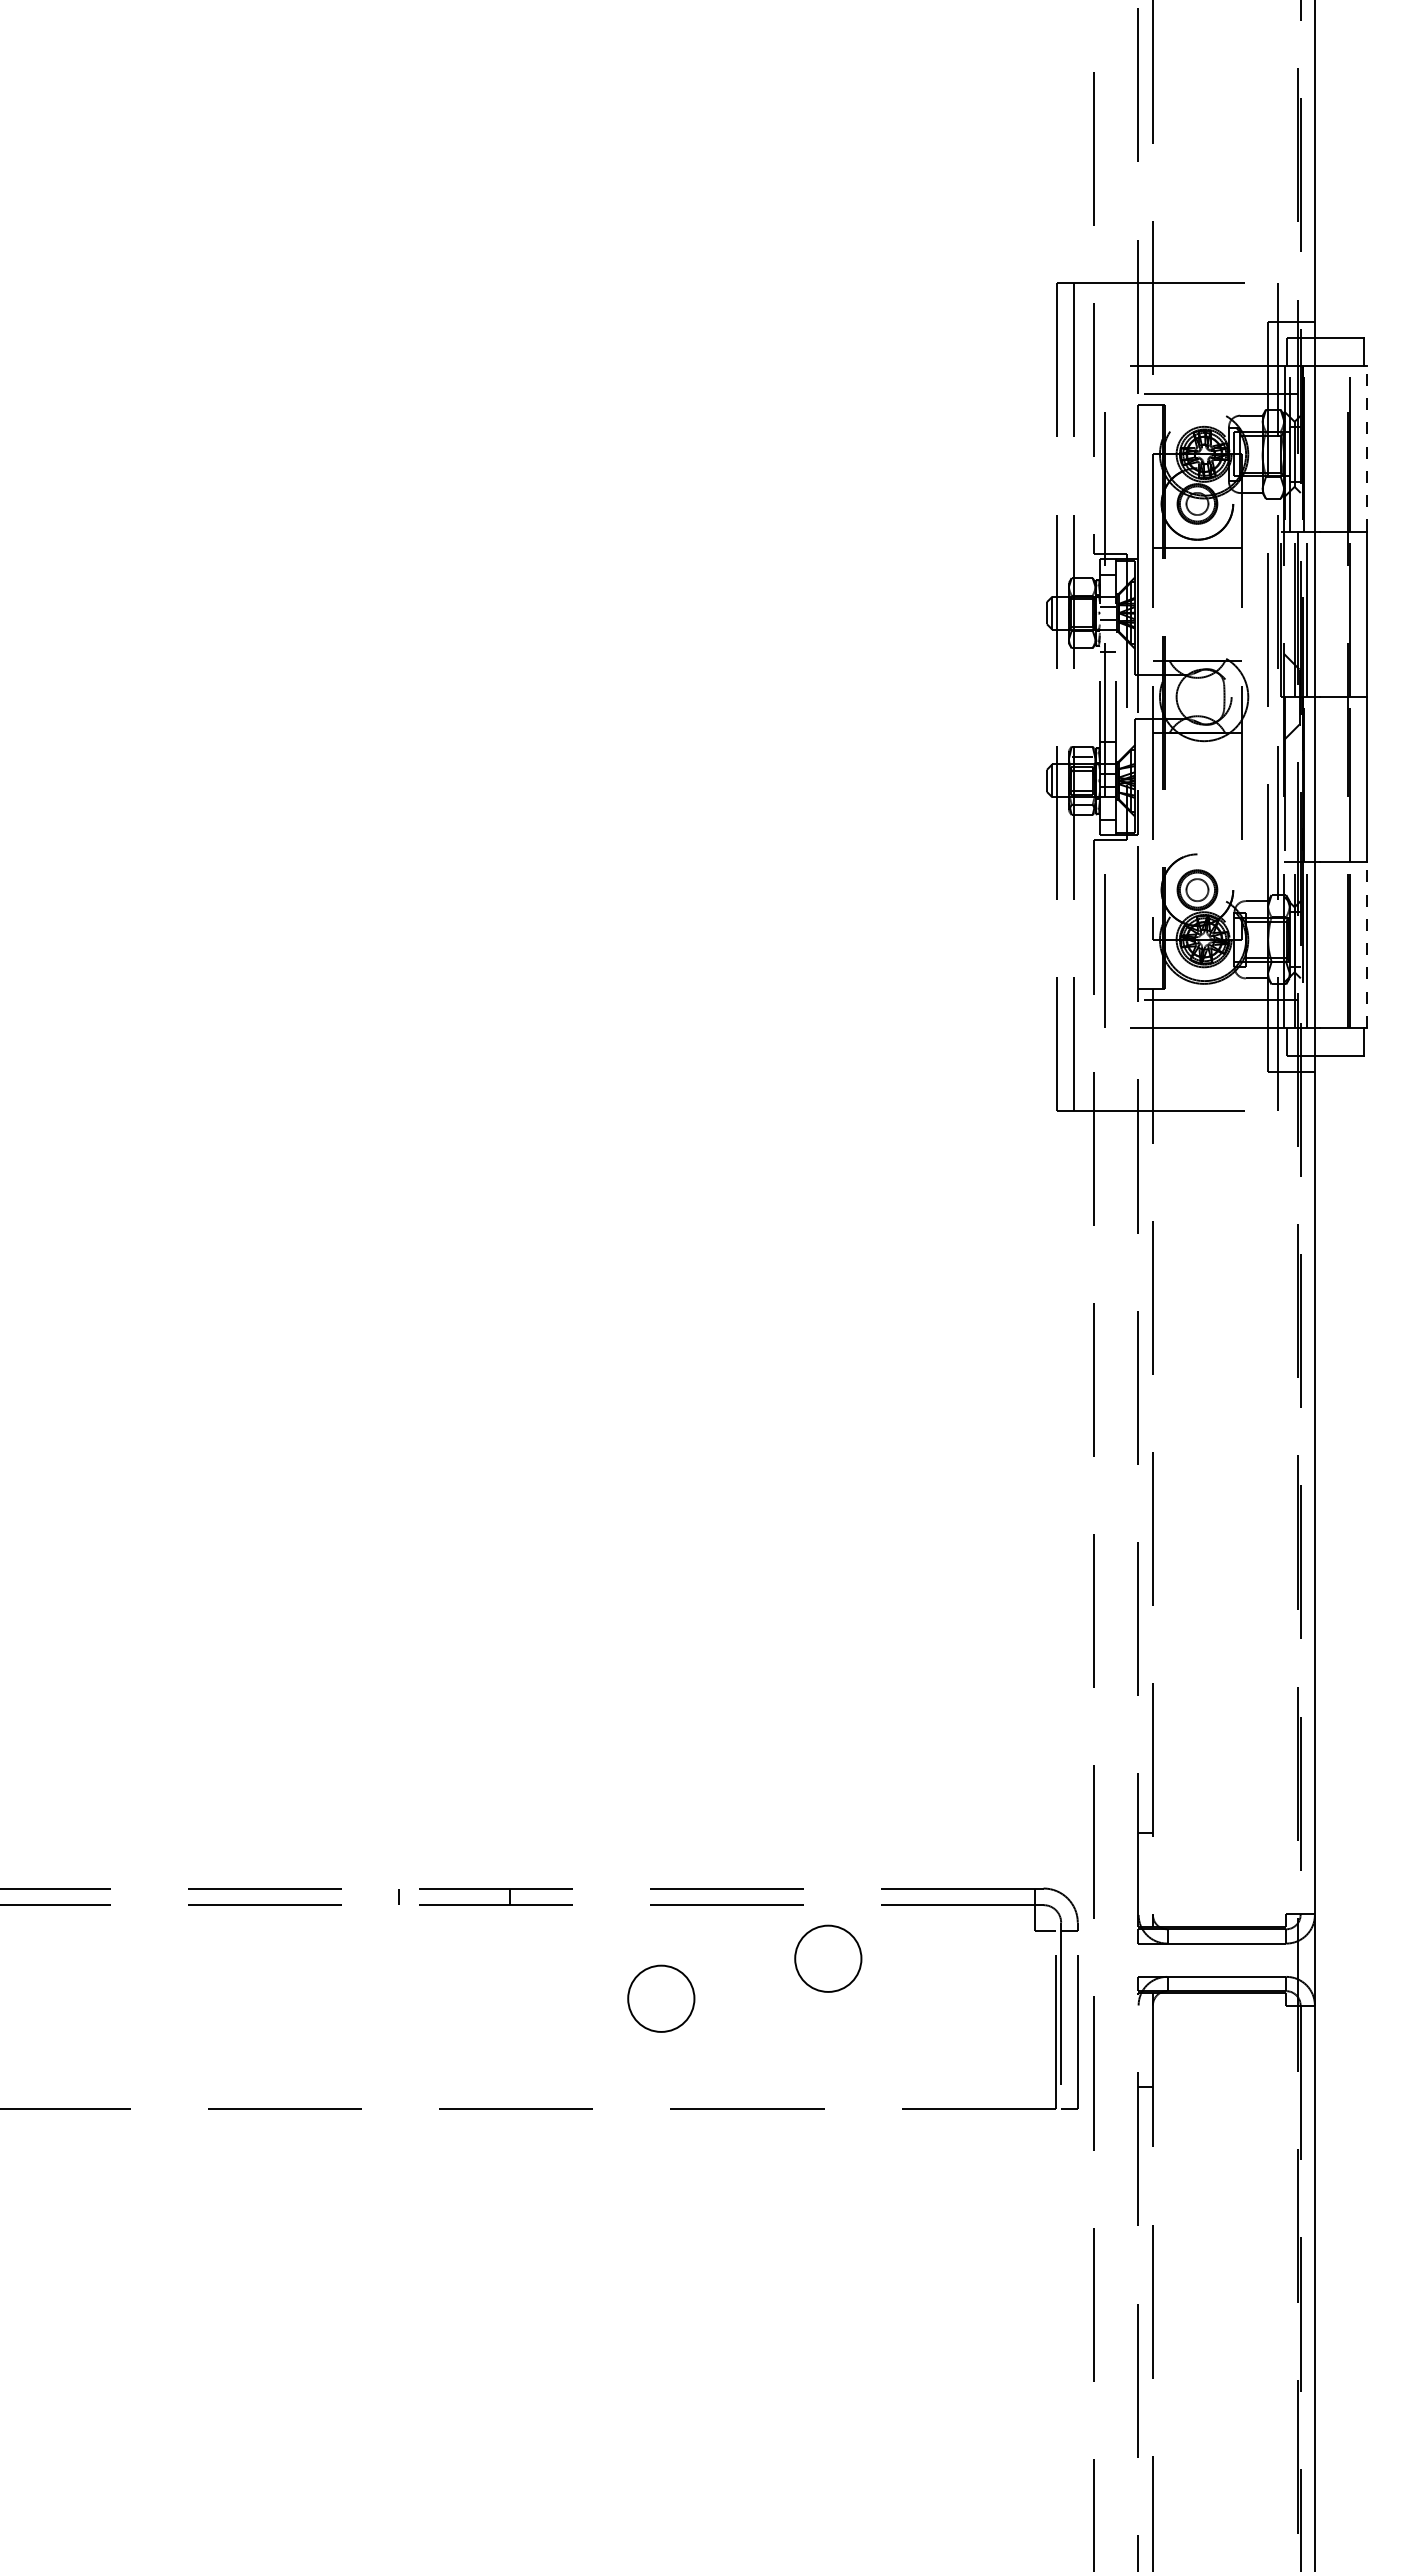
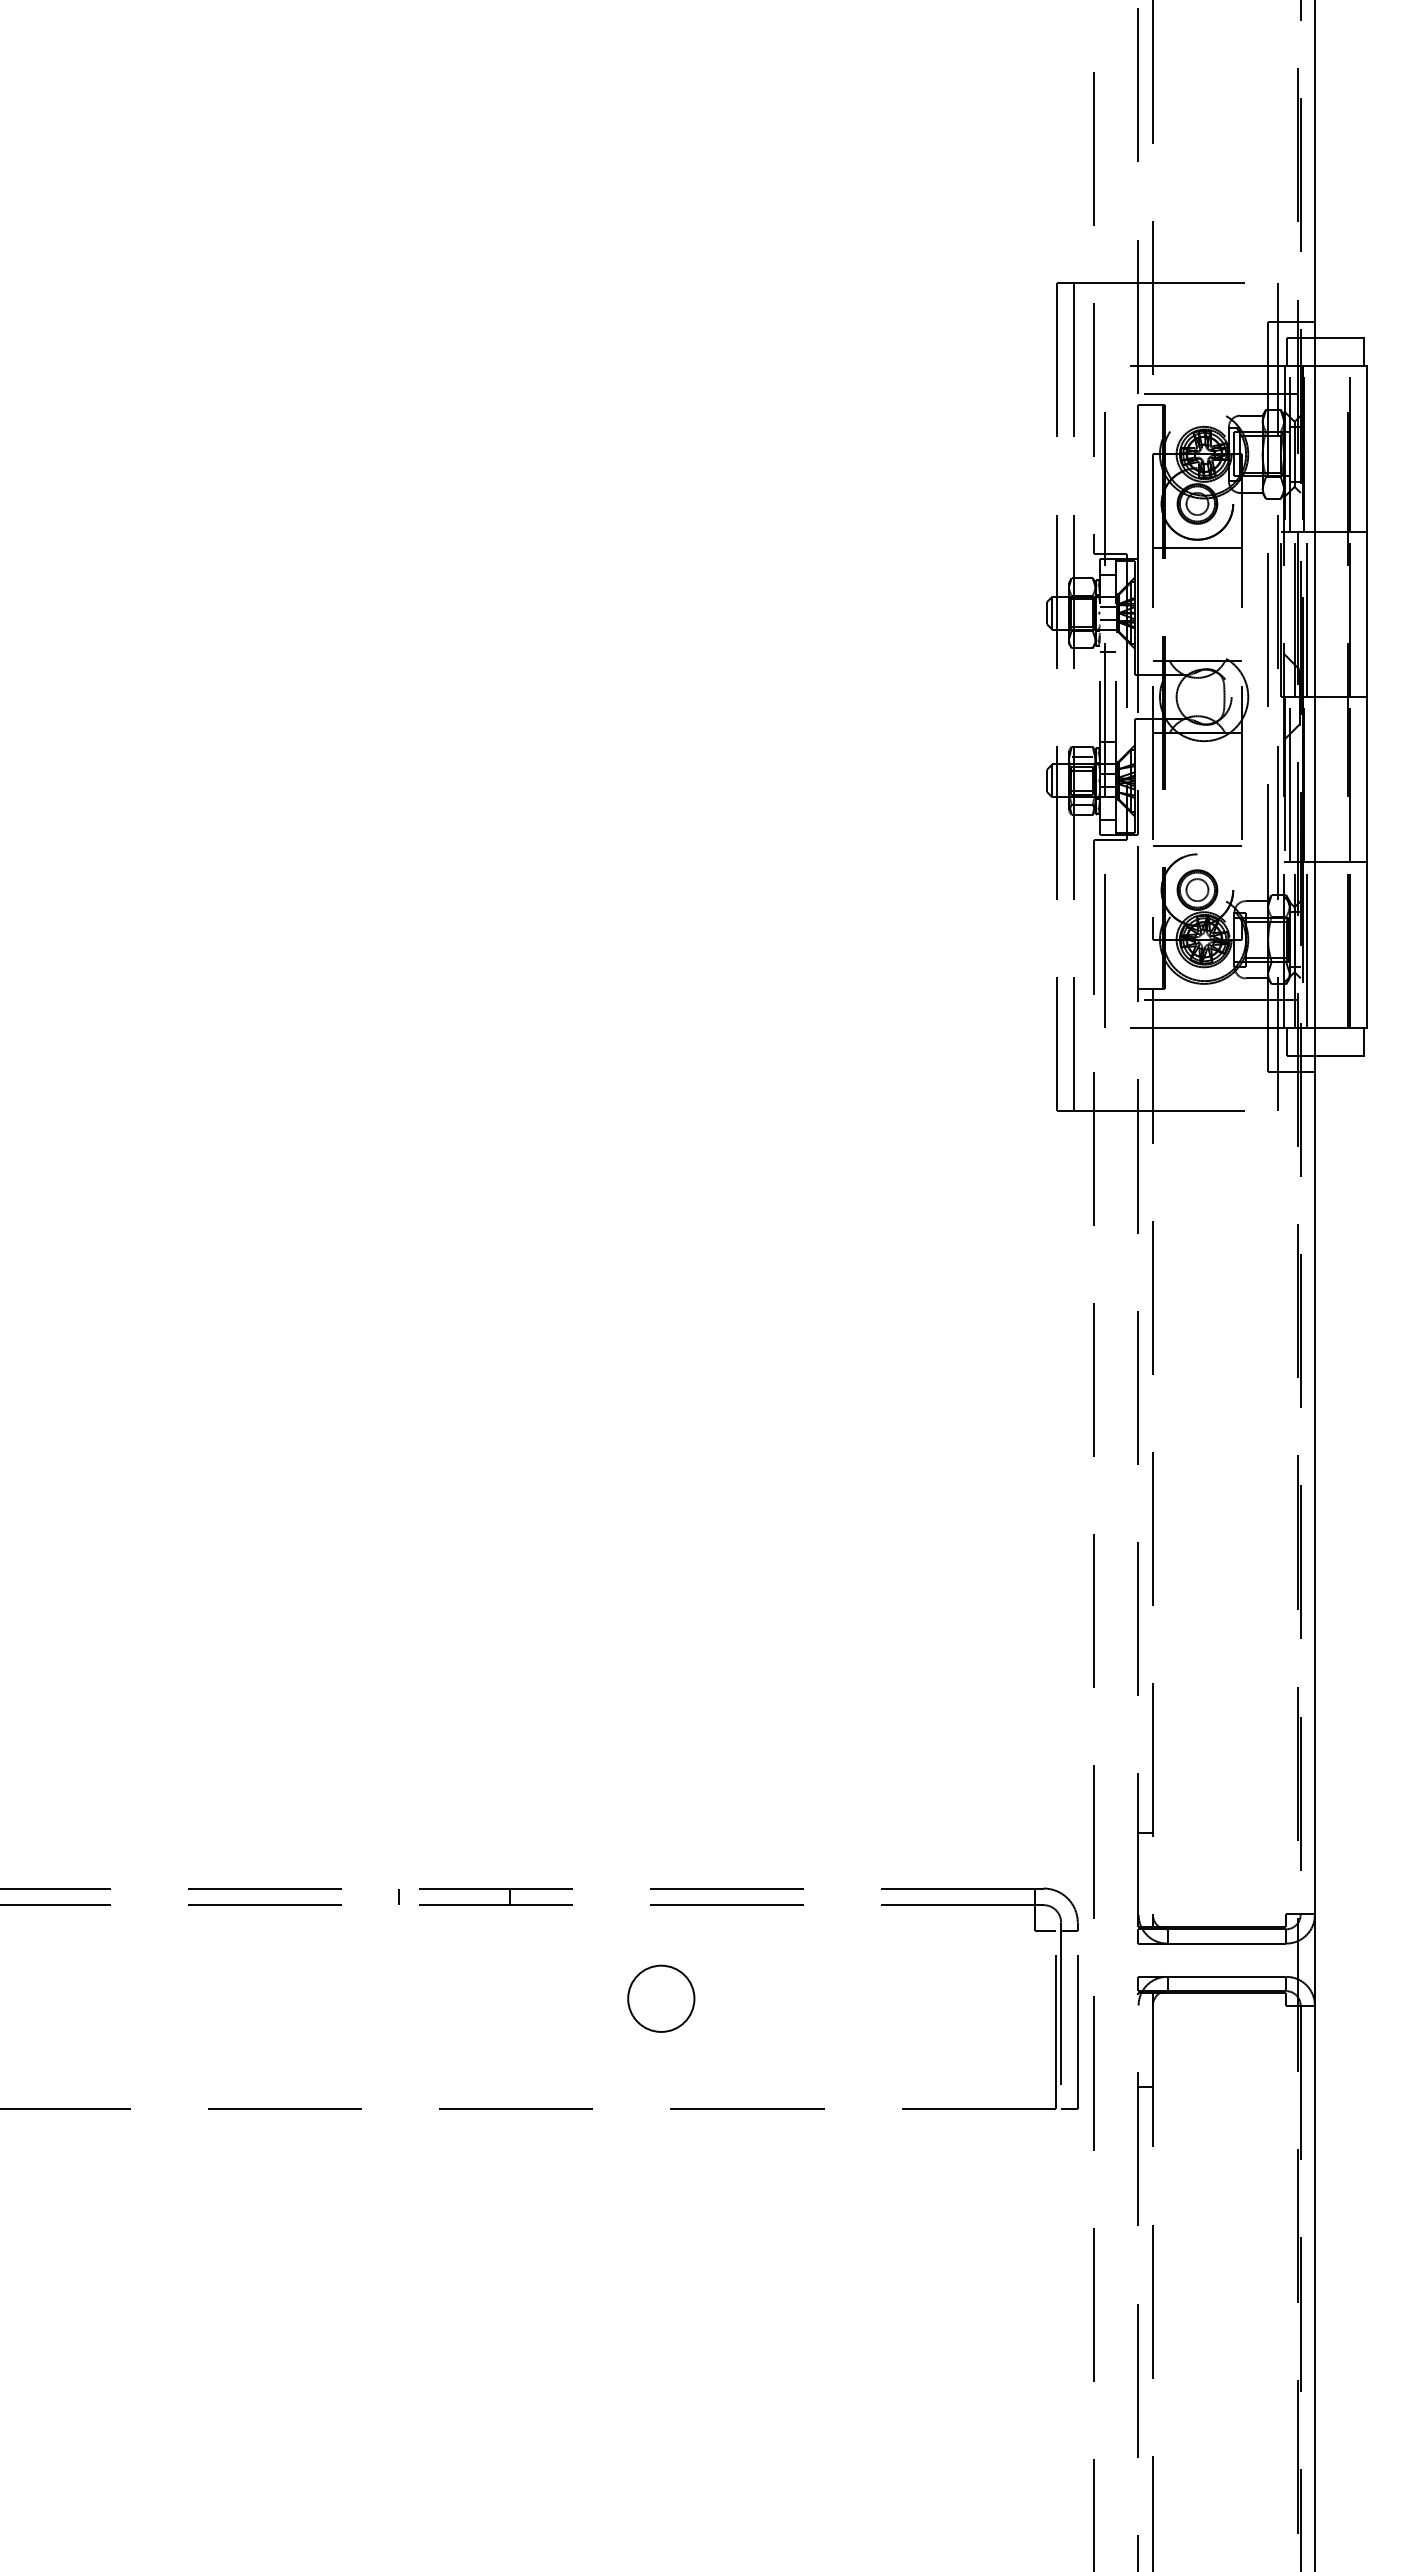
line at (1366, 448): dashed -> solid
line at (1289, 779): none -> present
line at (1197, 845): none -> present
line at (1366, 945): dashed -> solid
circle at (828, 1958): present -> none
